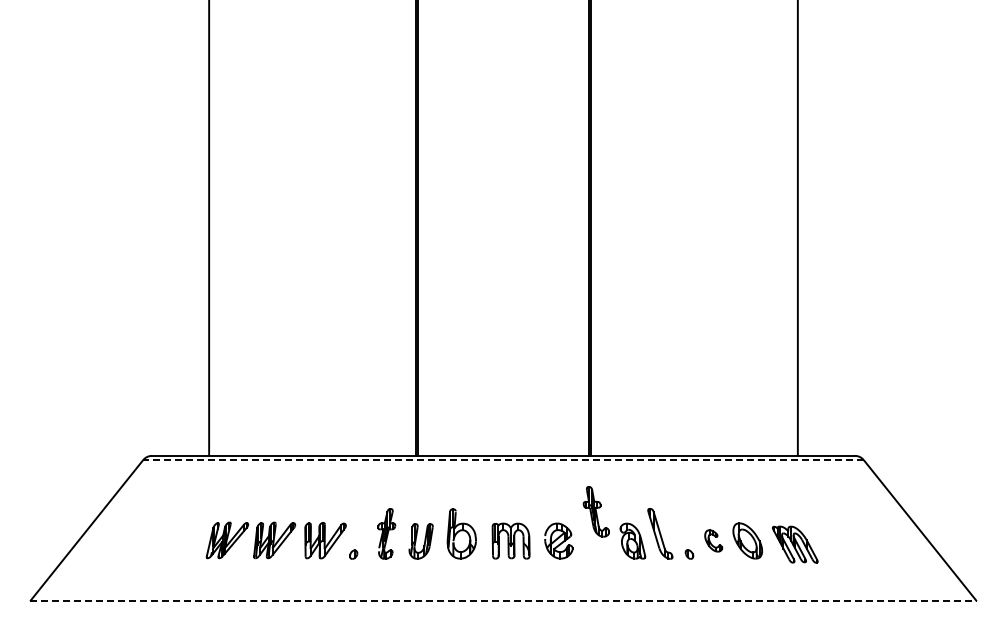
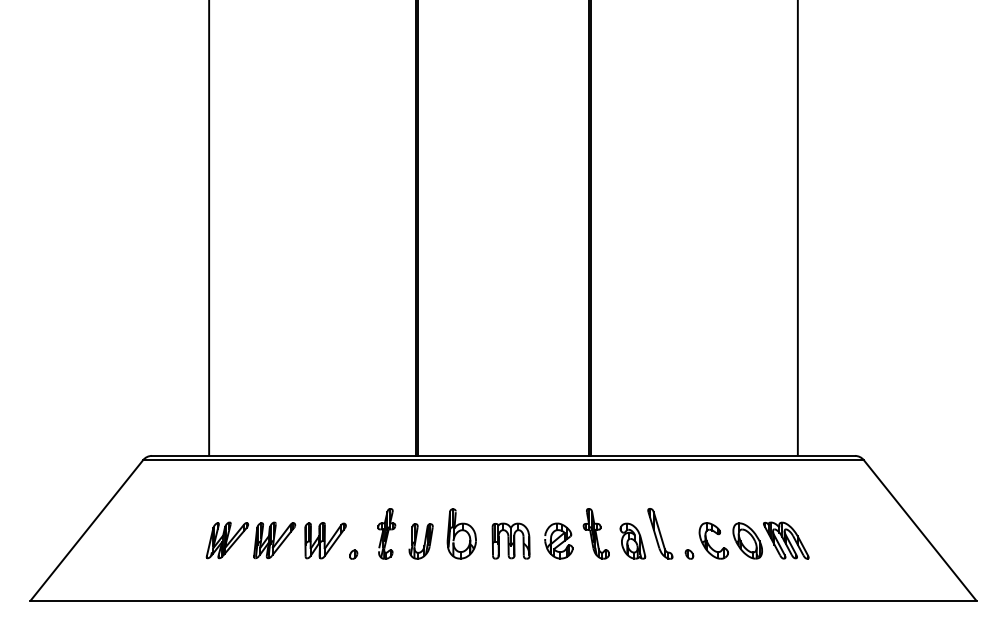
line at (503, 460): dashed -> solid
part at (595, 511) position: (595, 511) -> (595, 533)
part at (713, 540) size: 20x24 px -> 31x38 px
part at (795, 544) position: (795, 544) -> (786, 540)
line at (504, 601): dashed -> solid
